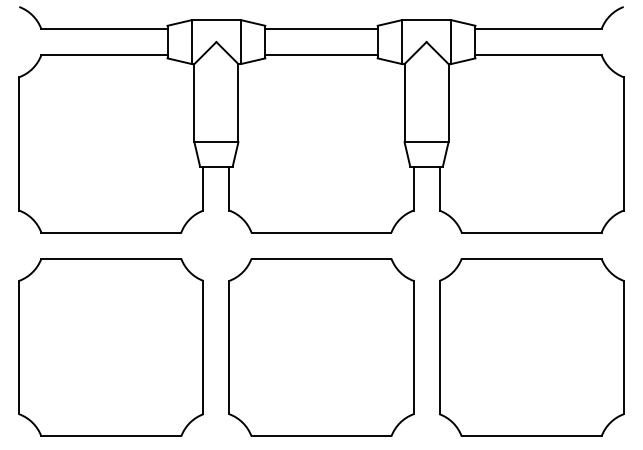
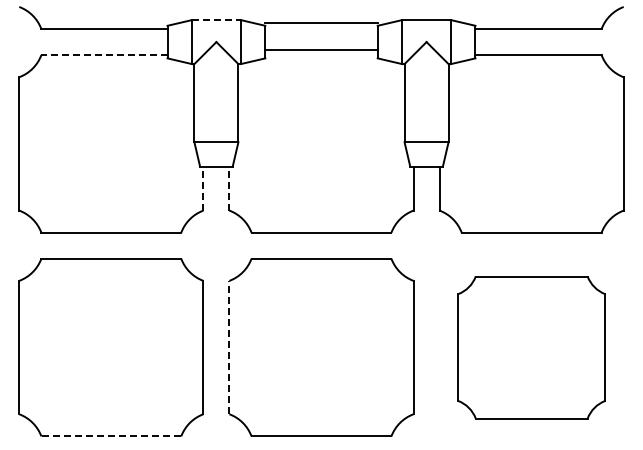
line at (216, 20): solid -> dashed
line at (321, 29) position: (321, 29) -> (321, 23)
line at (103, 55): solid -> dashed
line at (321, 55) position: (321, 55) -> (321, 50)
line at (203, 188): solid -> dashed
line at (229, 188): solid -> dashed
line at (229, 347): solid -> dashed
part at (531, 347) size: 186x179 px -> 149x144 px
line at (111, 436): solid -> dashed
